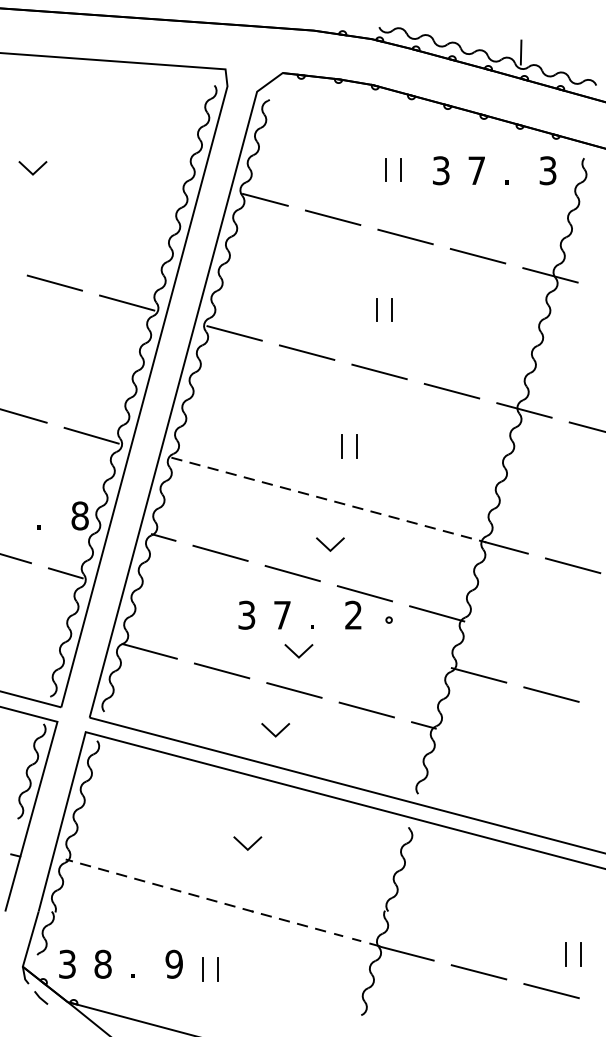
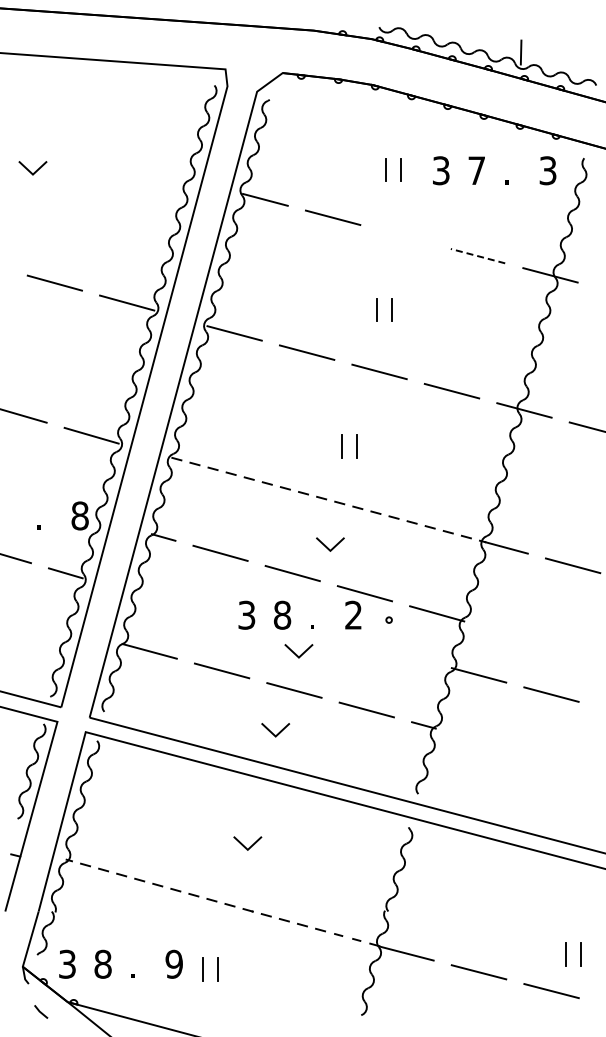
line at (405, 236): present -> none
line at (477, 256): solid -> dashed
text at (282, 614): 7 -> 8
line at (41, 997) position: (41, 997) -> (41, 1011)
